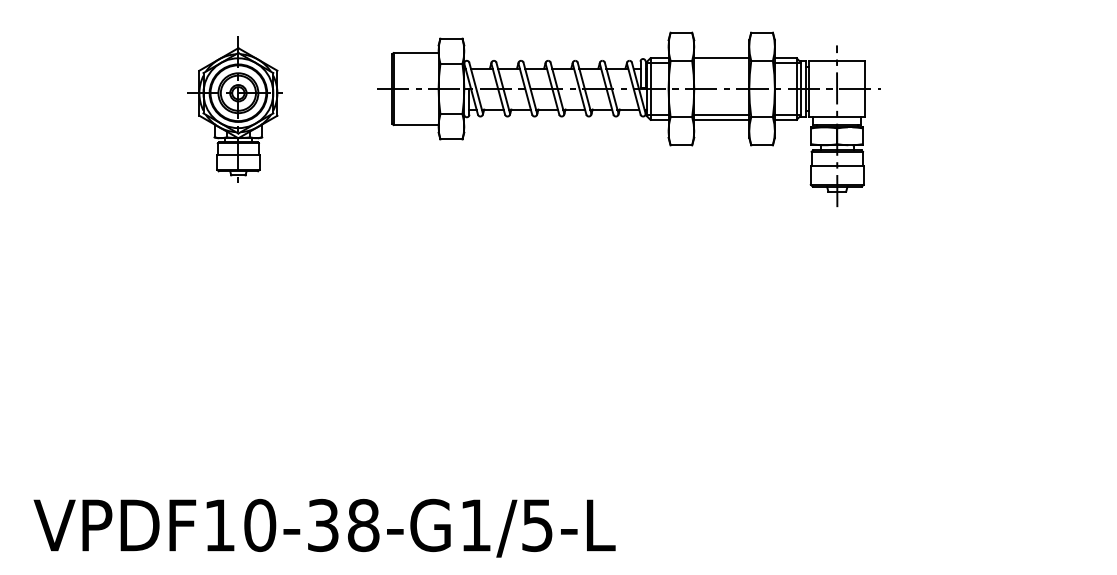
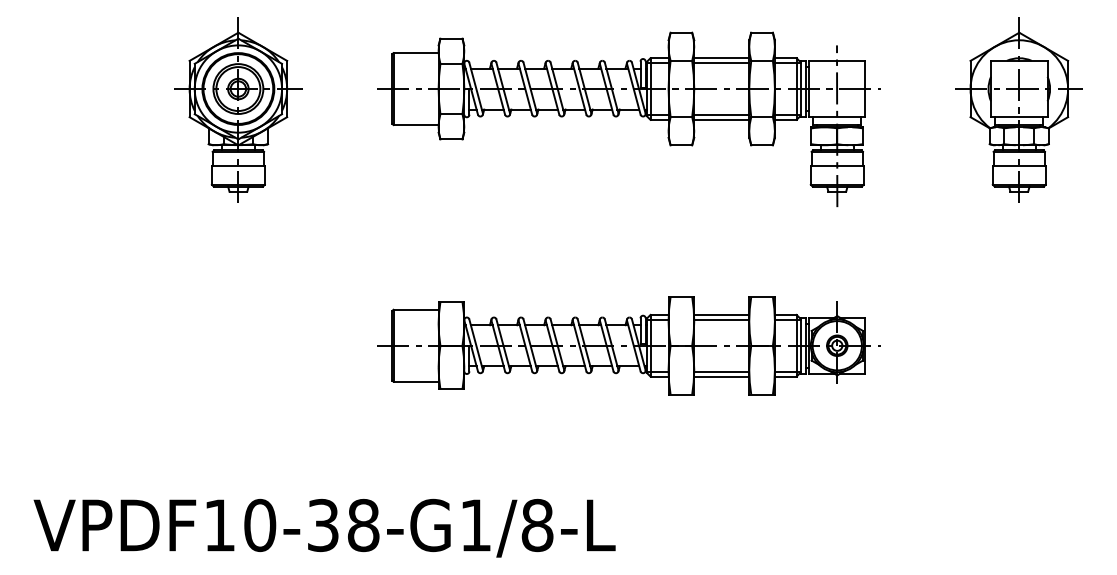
line at (721, 63): none -> present
part at (234, 109) size: 96x147 px -> 129x186 px
part at (1018, 109): none -> present
part at (628, 345): none -> present
text at (537, 525): VPDF10-38-G1/5-L -> VPDF10-38-G1/8-L
